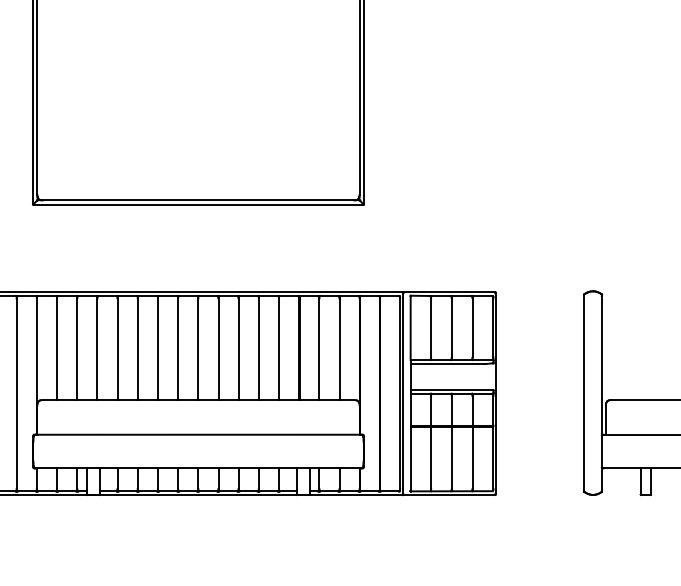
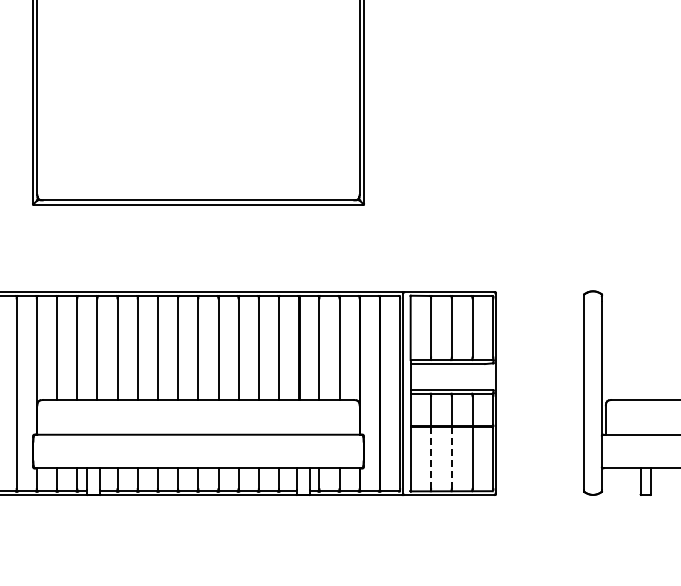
line at (431, 458): solid -> dashed
line at (451, 458): solid -> dashed
